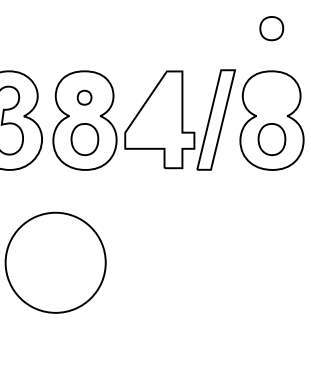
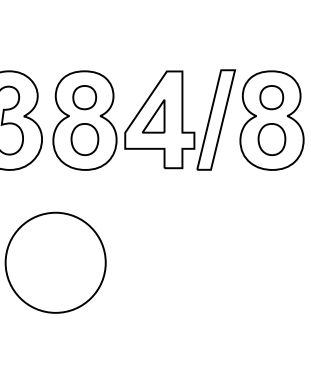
part at (271, 28) position: (271, 28) -> (271, 97)
part at (84, 97) size: 17x17 px -> 25x26 px
part at (153, 116): none -> present
